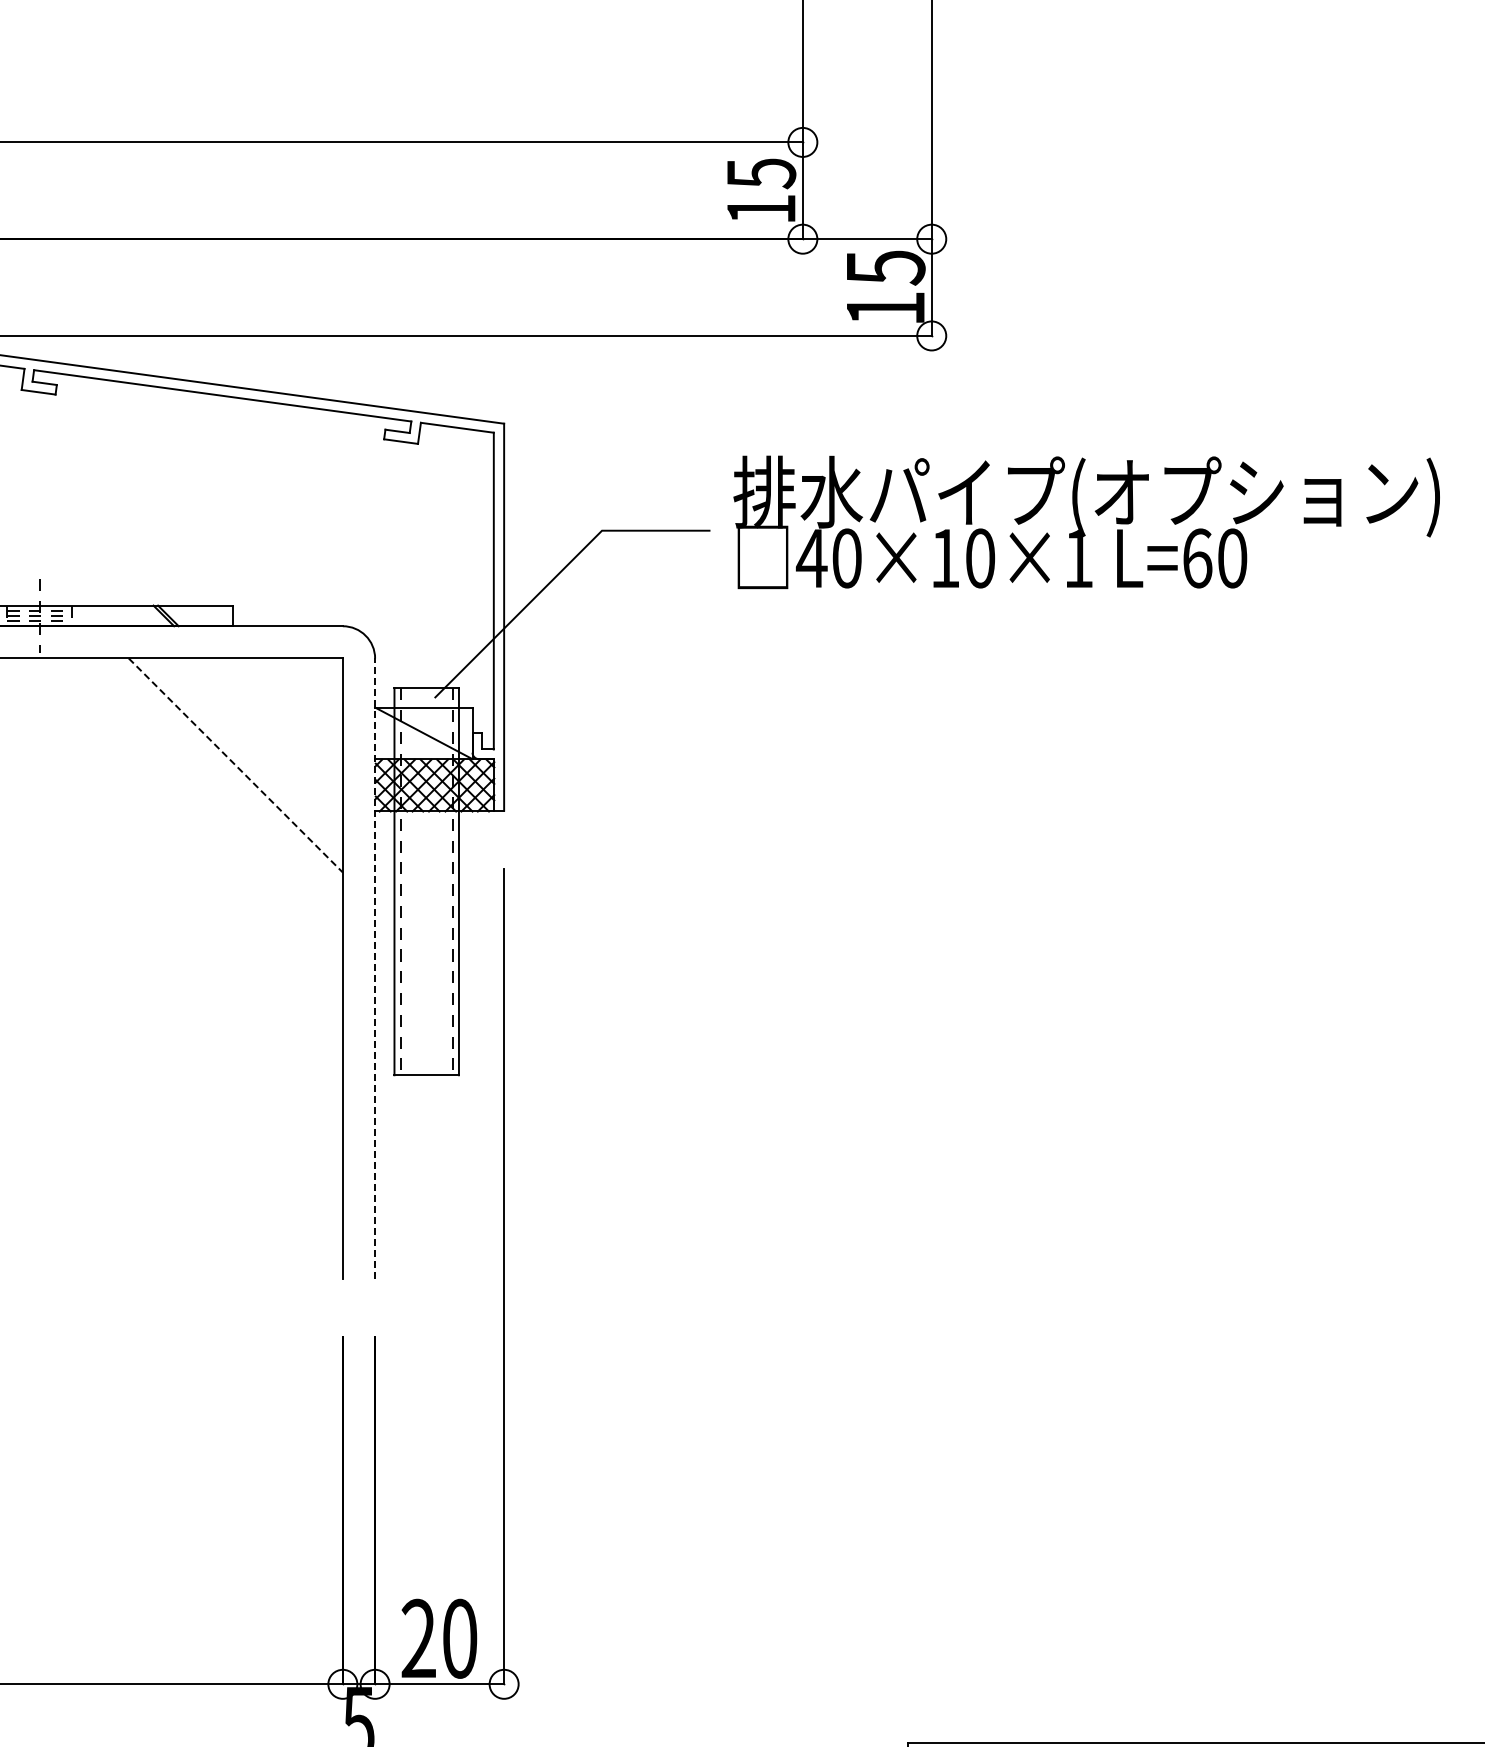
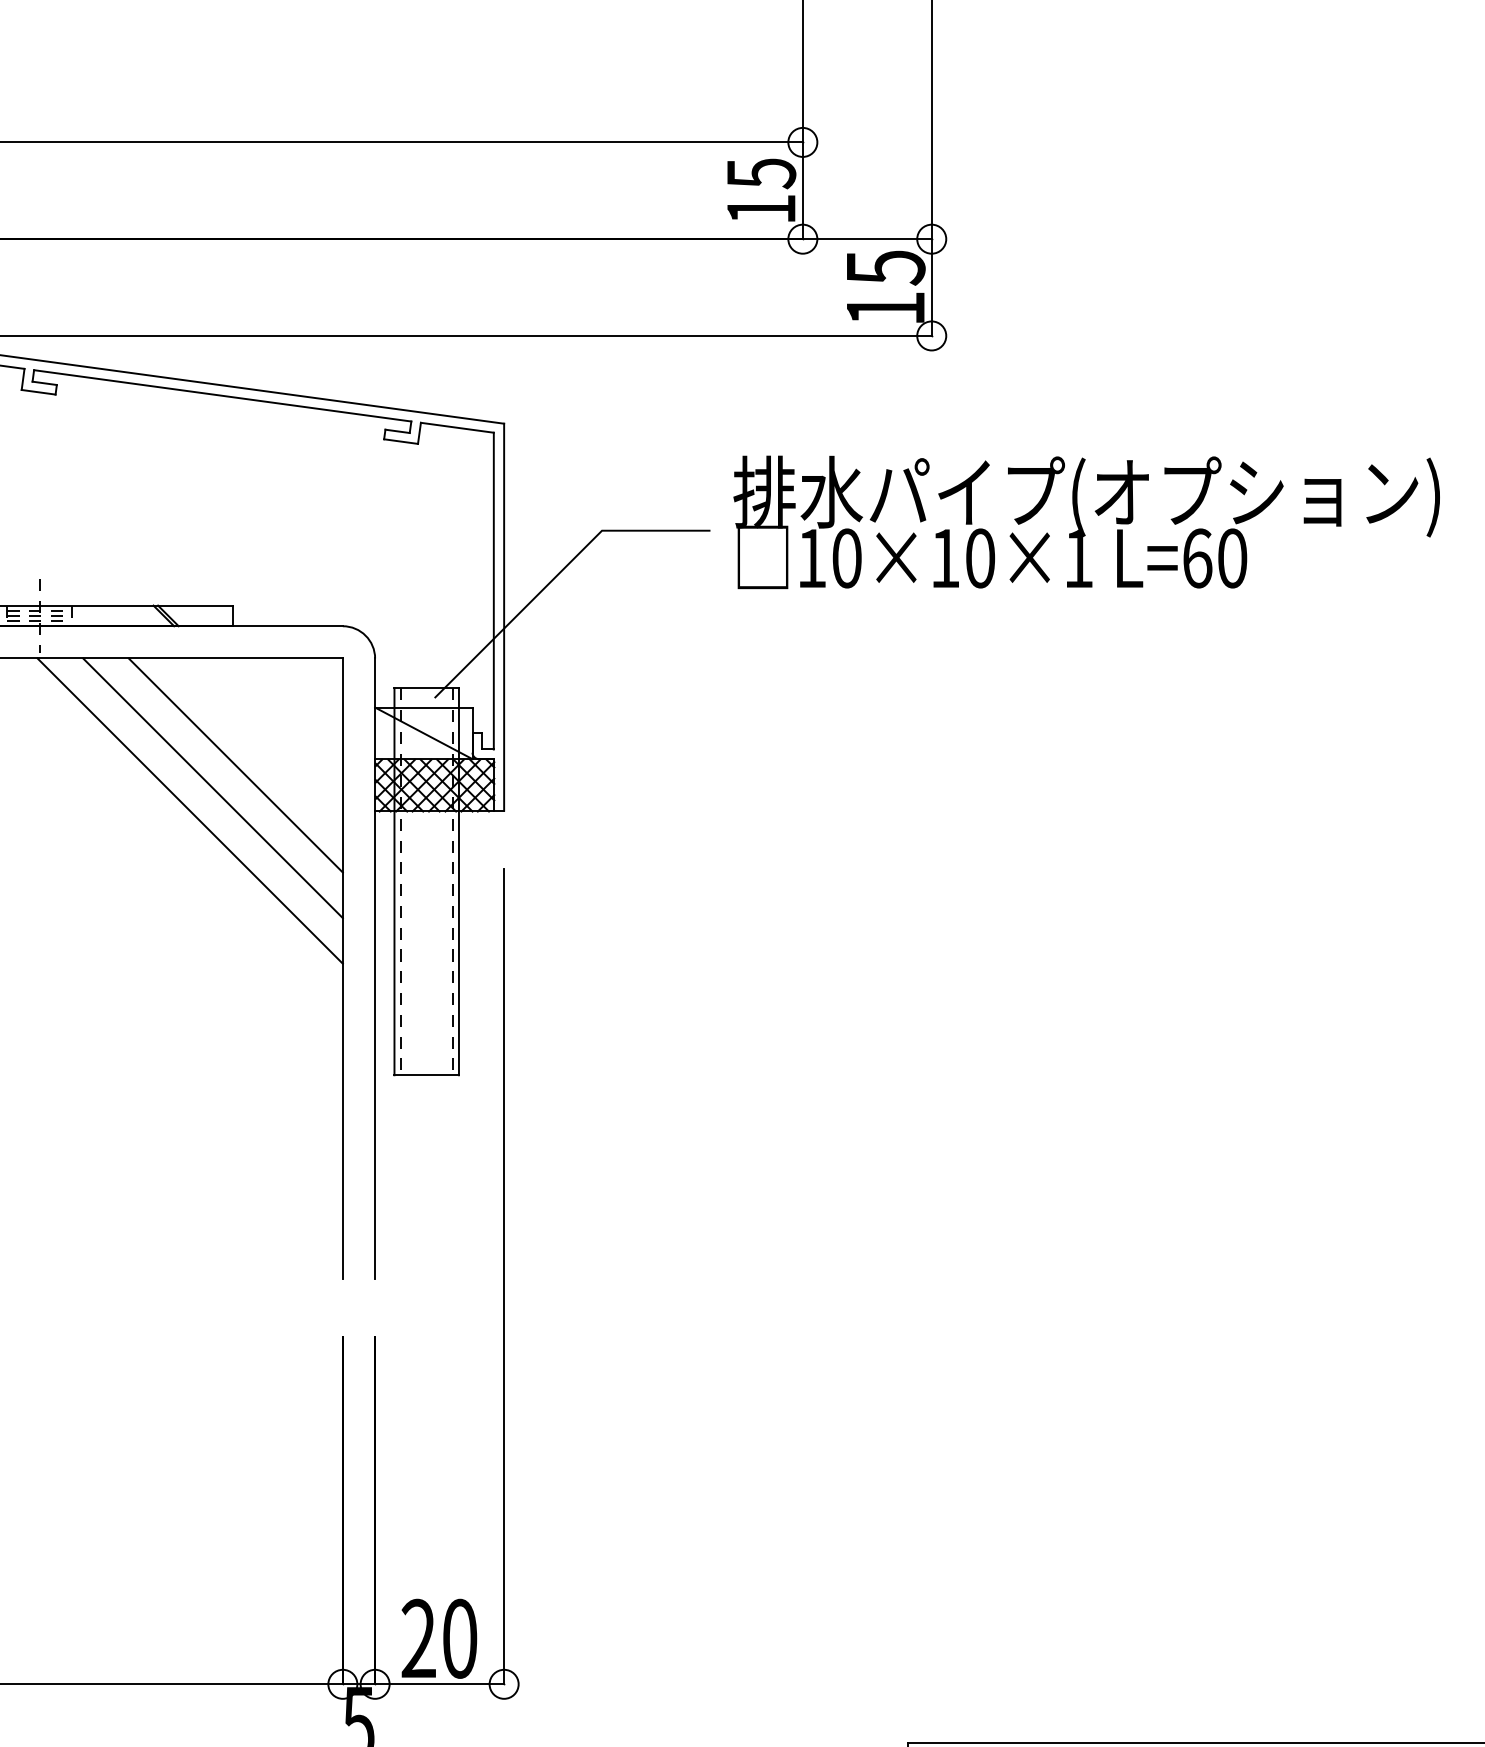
text at (811, 558): 40×10×1 -> 10×10×1
line at (236, 765): dashed -> solid
line at (212, 788): none -> present
line at (189, 810): none -> present
line at (375, 968): dashed -> solid
